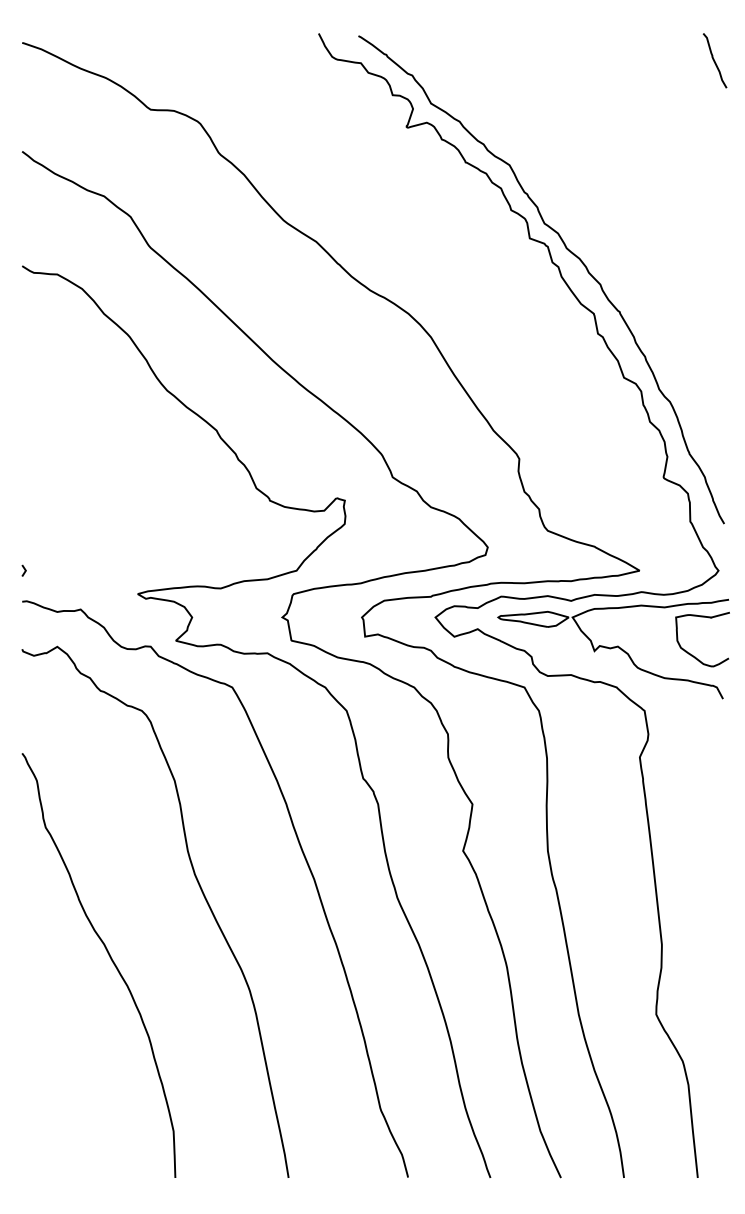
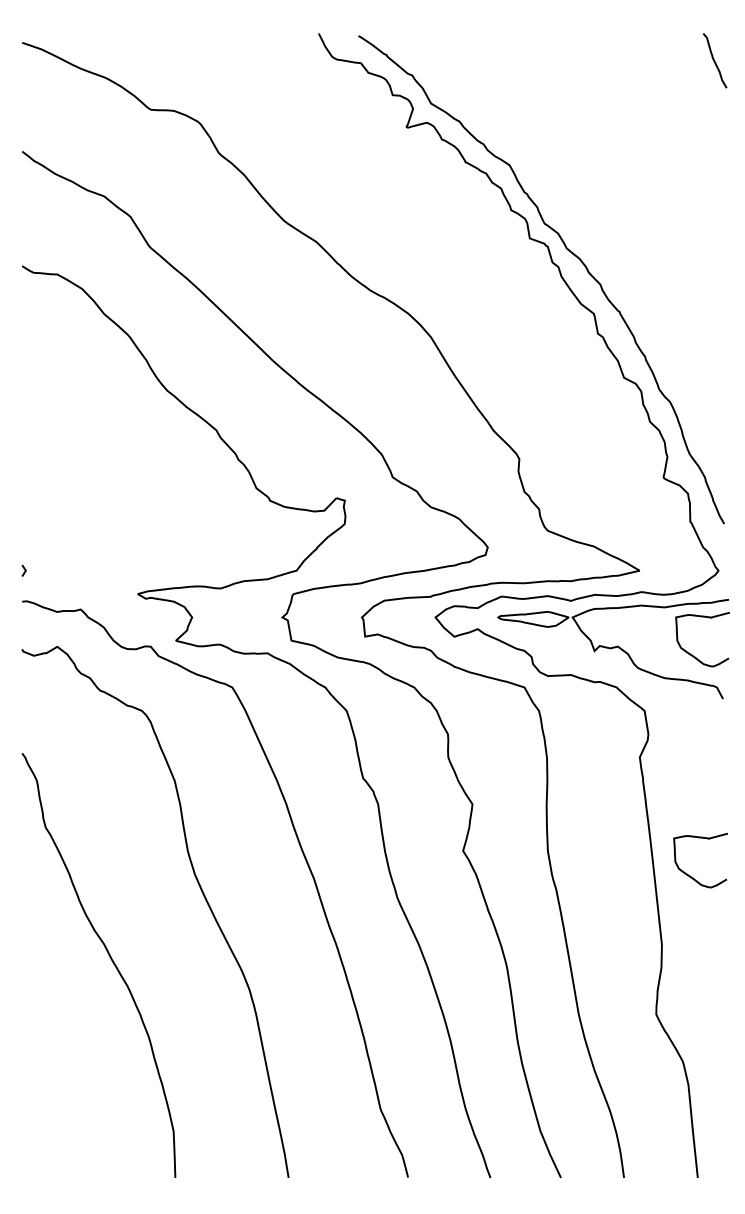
curve at (690, 875): none -> present
